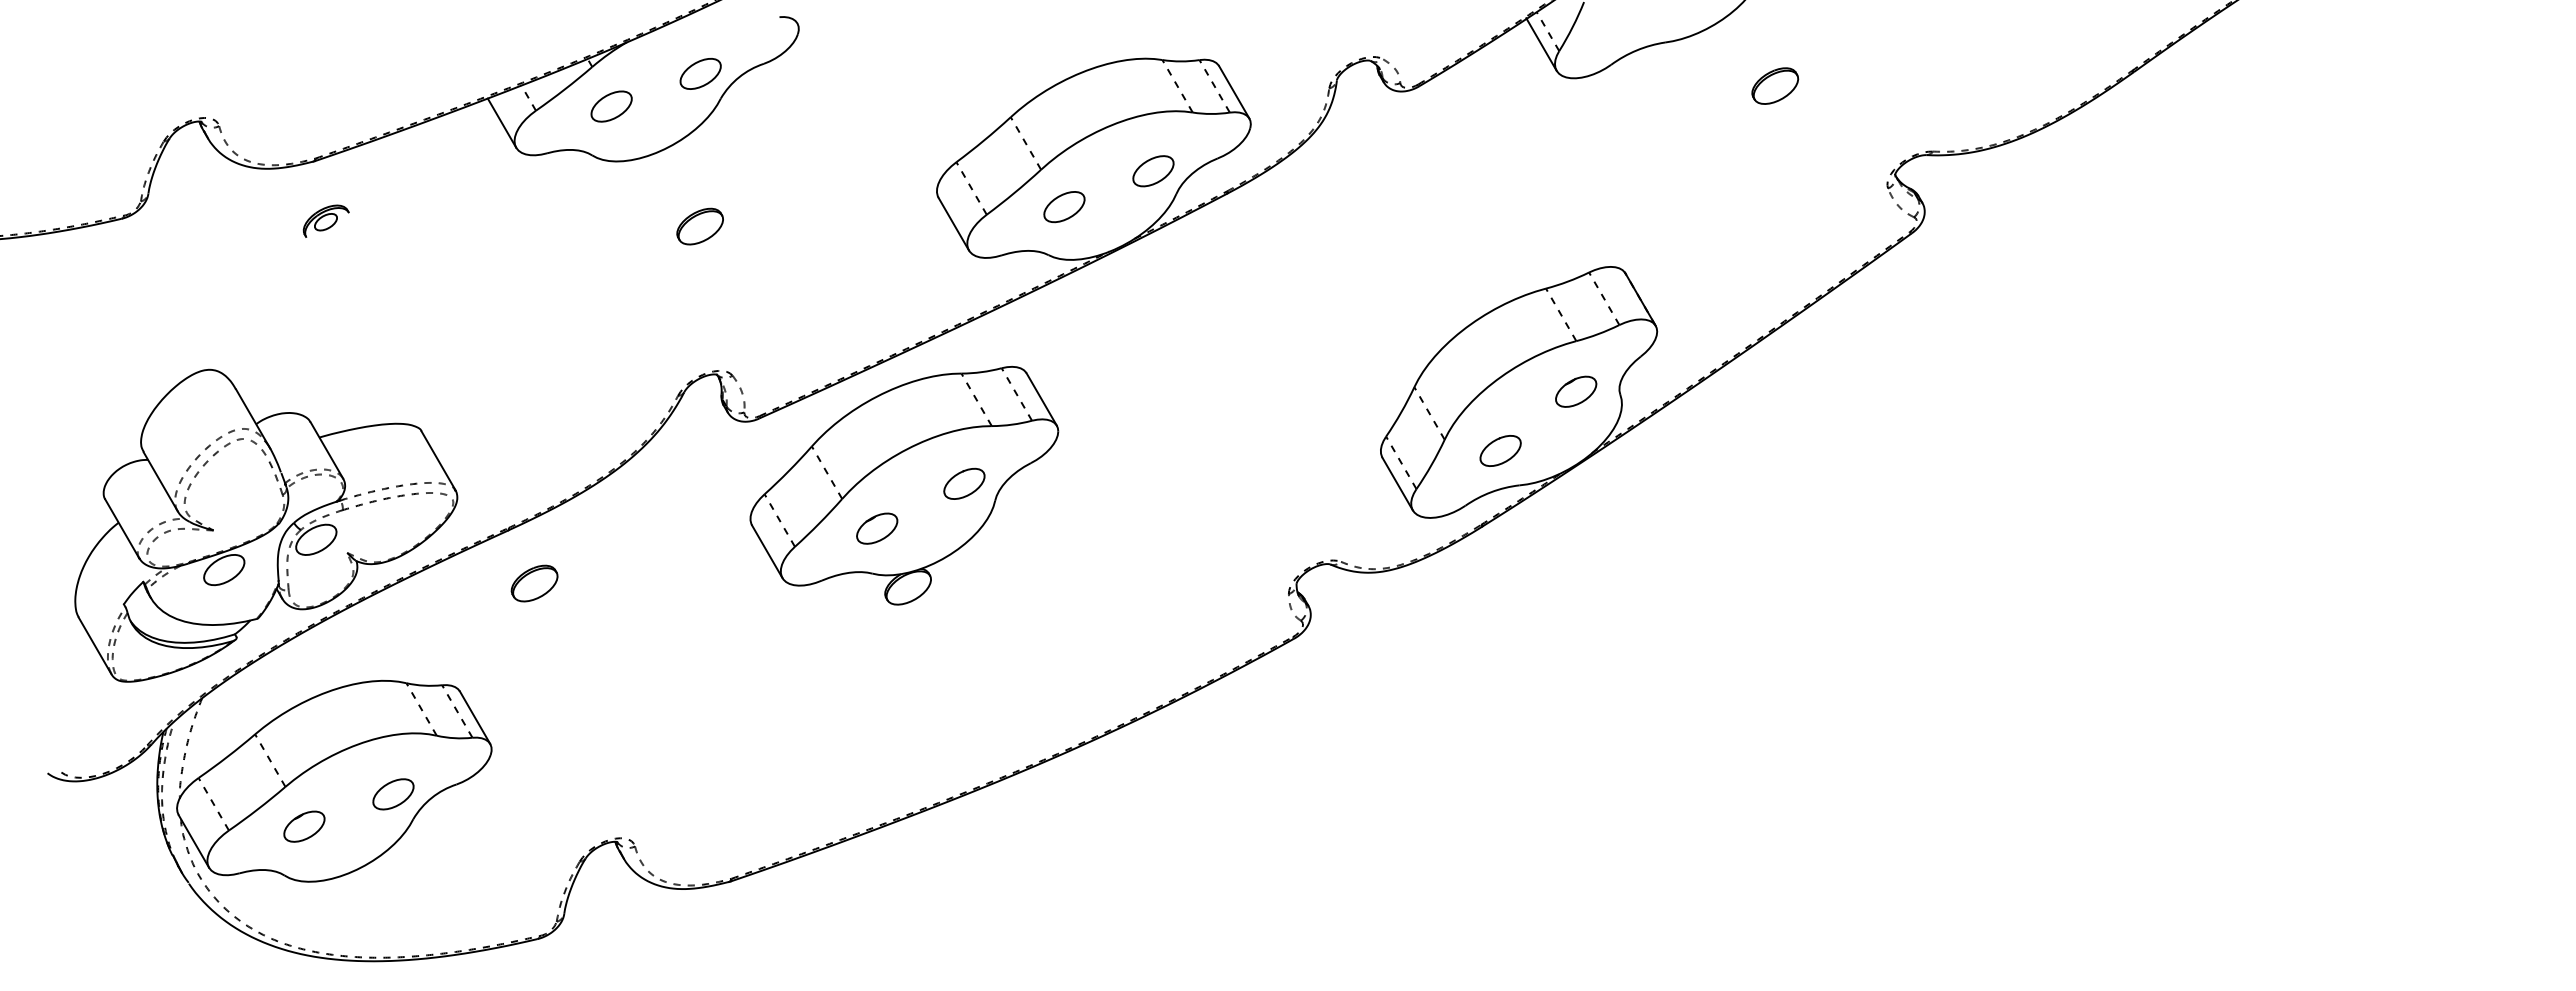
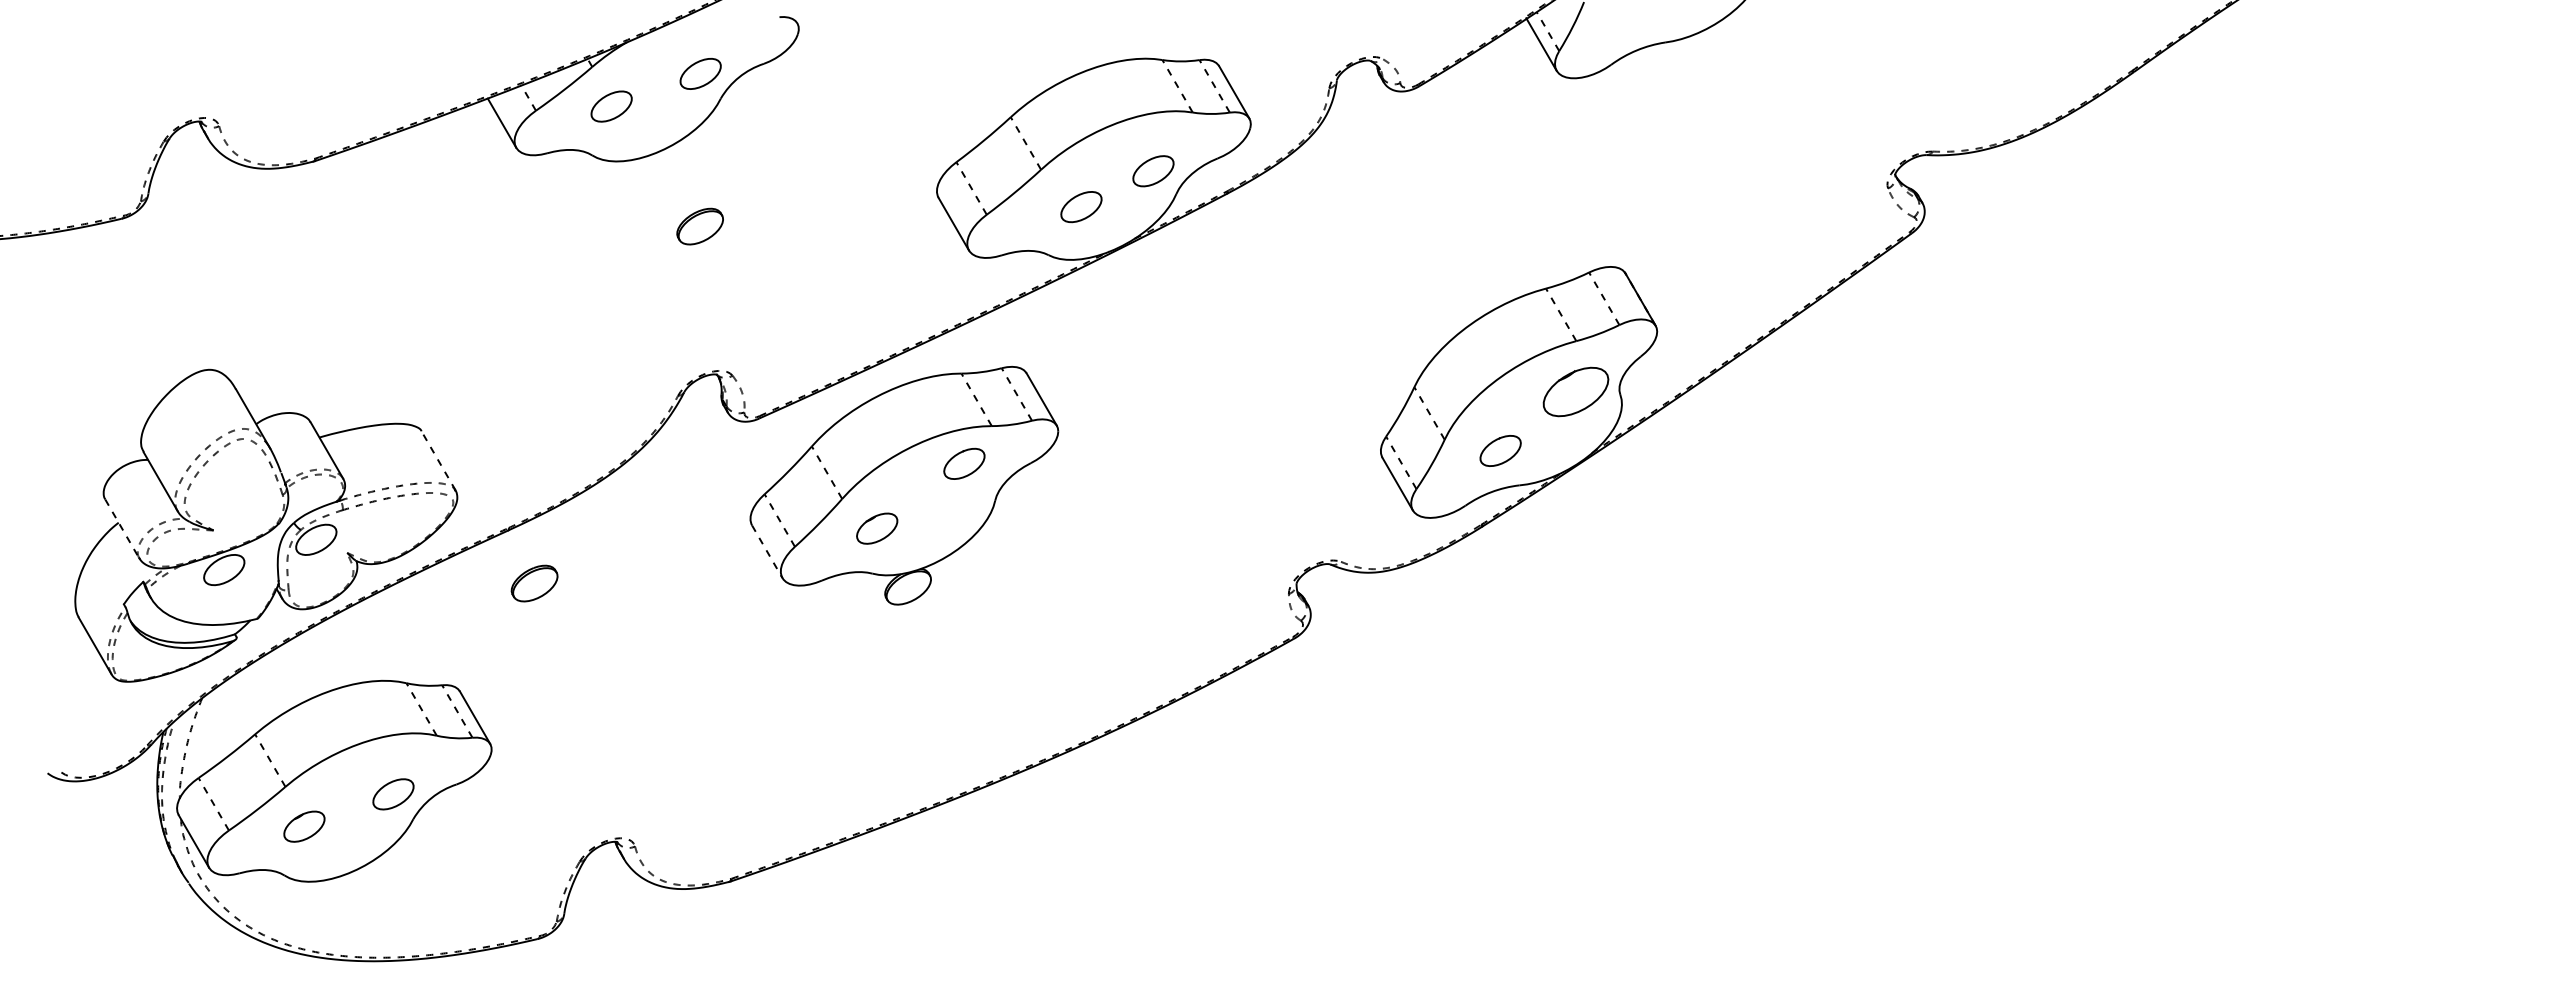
part at (1775, 85): present -> none
part at (1064, 207) position: (1064, 207) -> (1081, 207)
part at (325, 220): present -> none
part at (1576, 391) size: 43x33 px -> 68x52 px
line at (438, 460): solid -> dashed
part at (964, 483) position: (964, 483) -> (964, 463)
line at (122, 529): solid -> dashed
line at (767, 552): solid -> dashed
